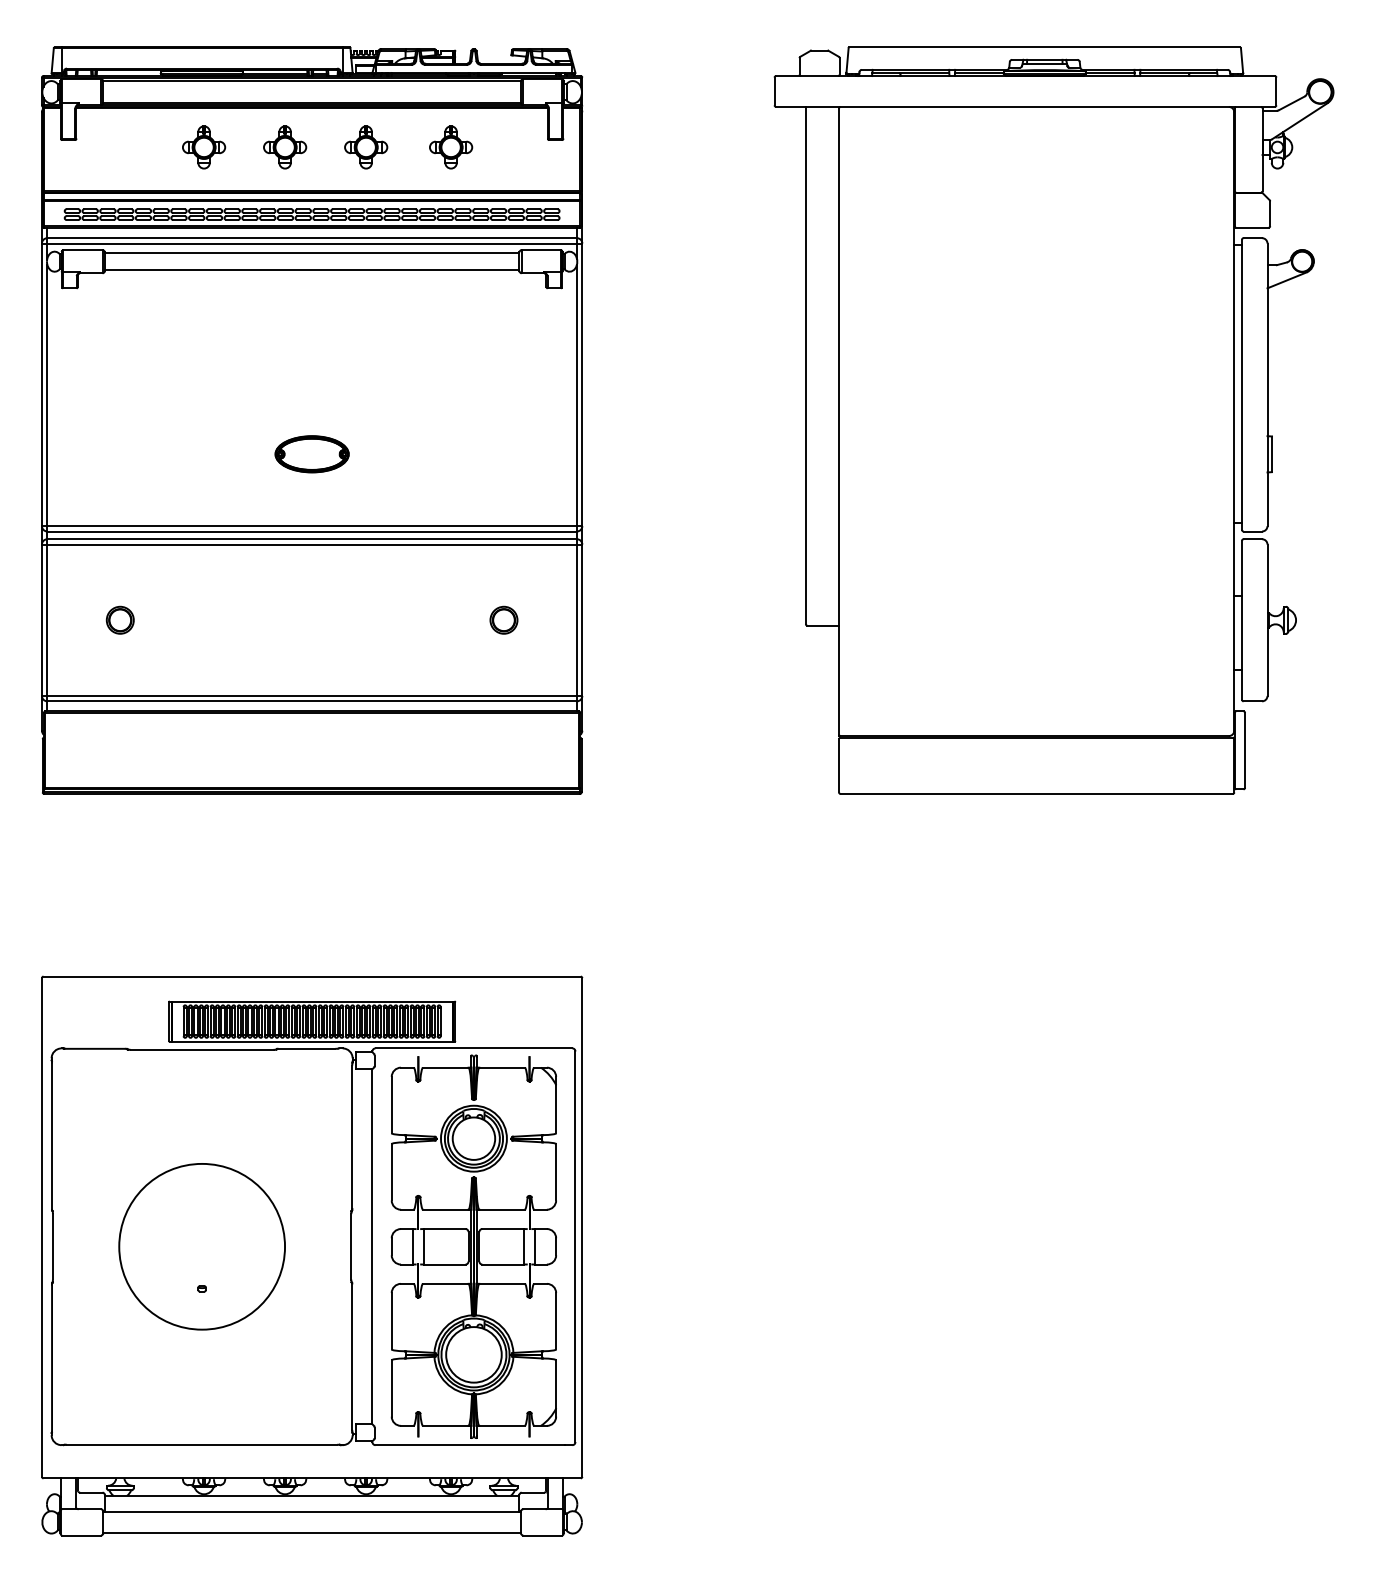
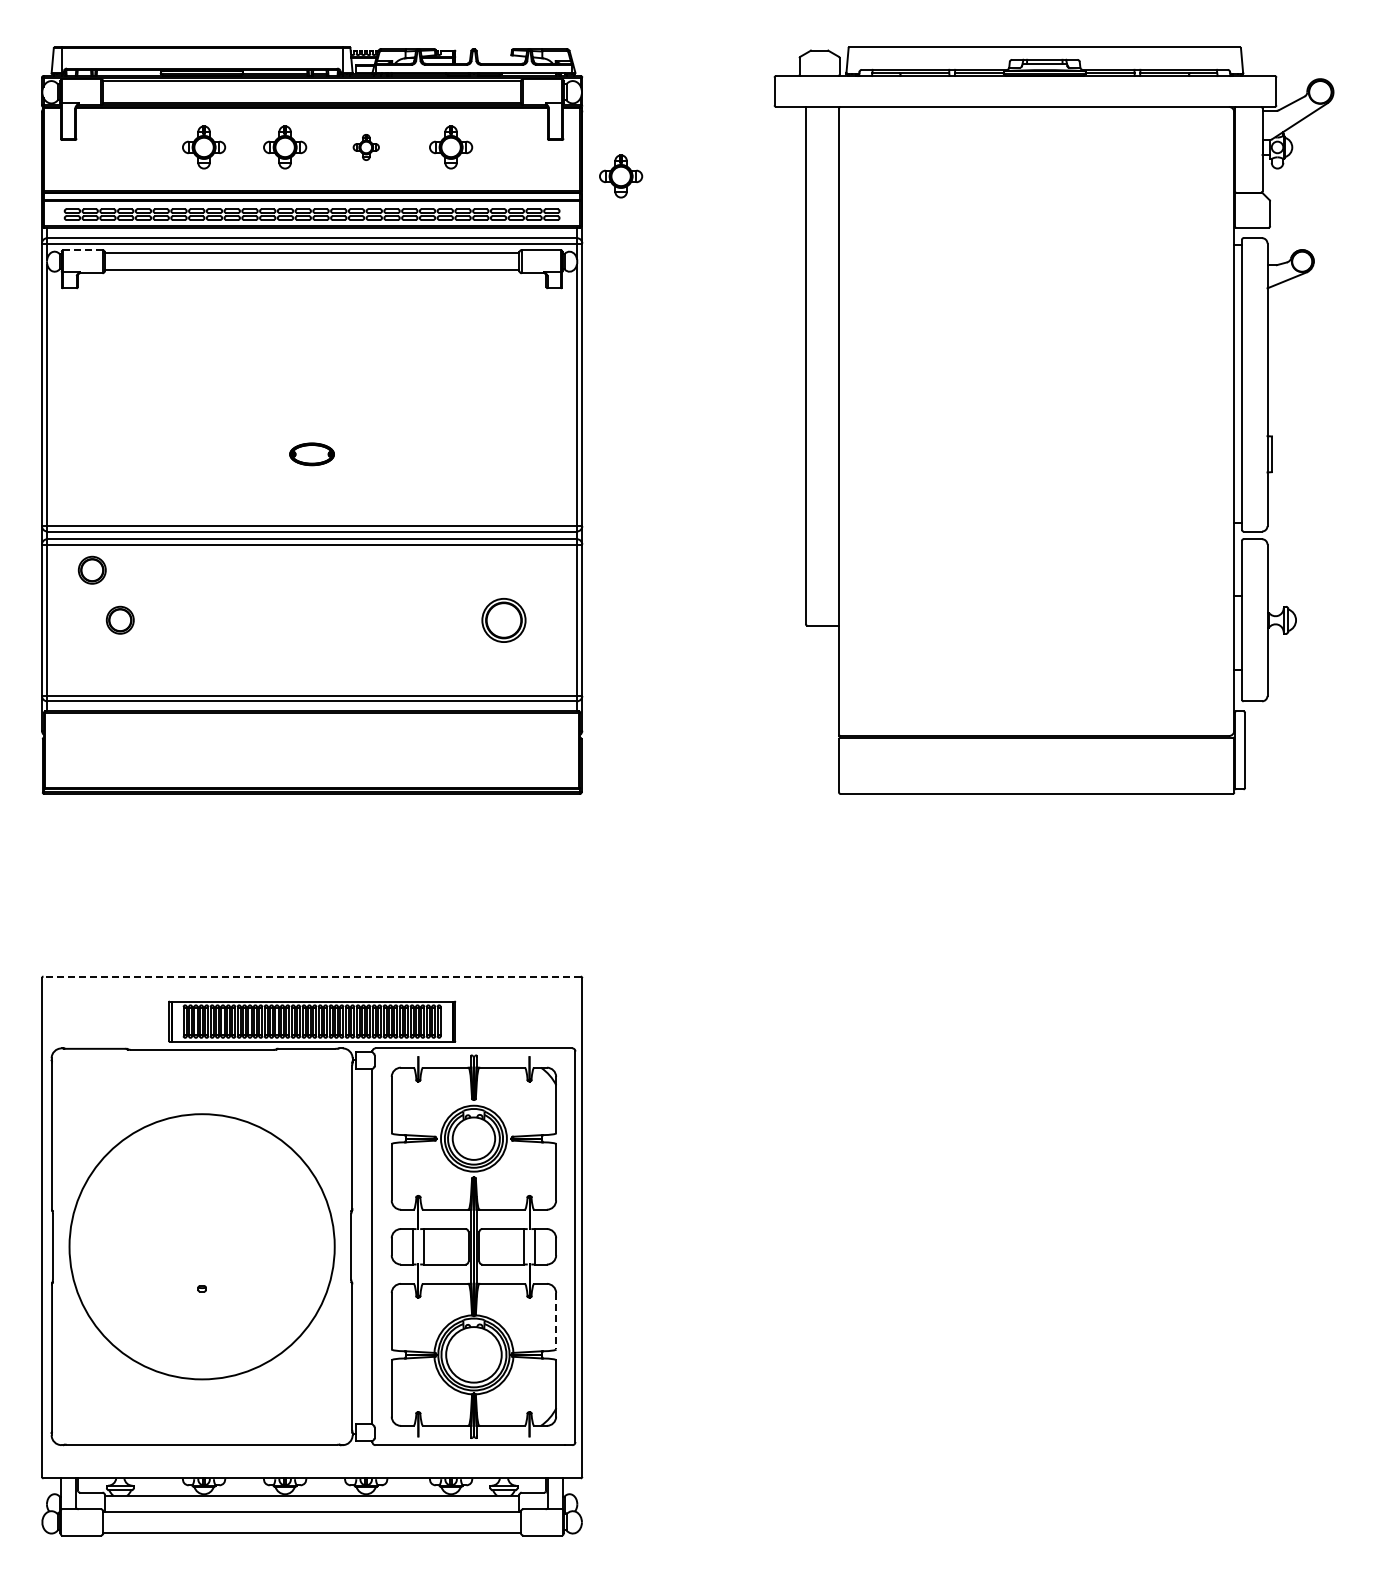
part at (366, 147) size: 45x45 px -> 28x27 px
part at (621, 176): none -> present
line at (82, 250): solid -> dashed
part at (311, 454) size: 76x39 px -> 46x25 px
part at (91, 569): none -> present
part at (503, 619) size: 30x30 px -> 46x45 px
line at (312, 976): solid -> dashed
circle at (202, 1246) diameter: 166 px -> 265 px
line at (556, 1321): solid -> dashed
